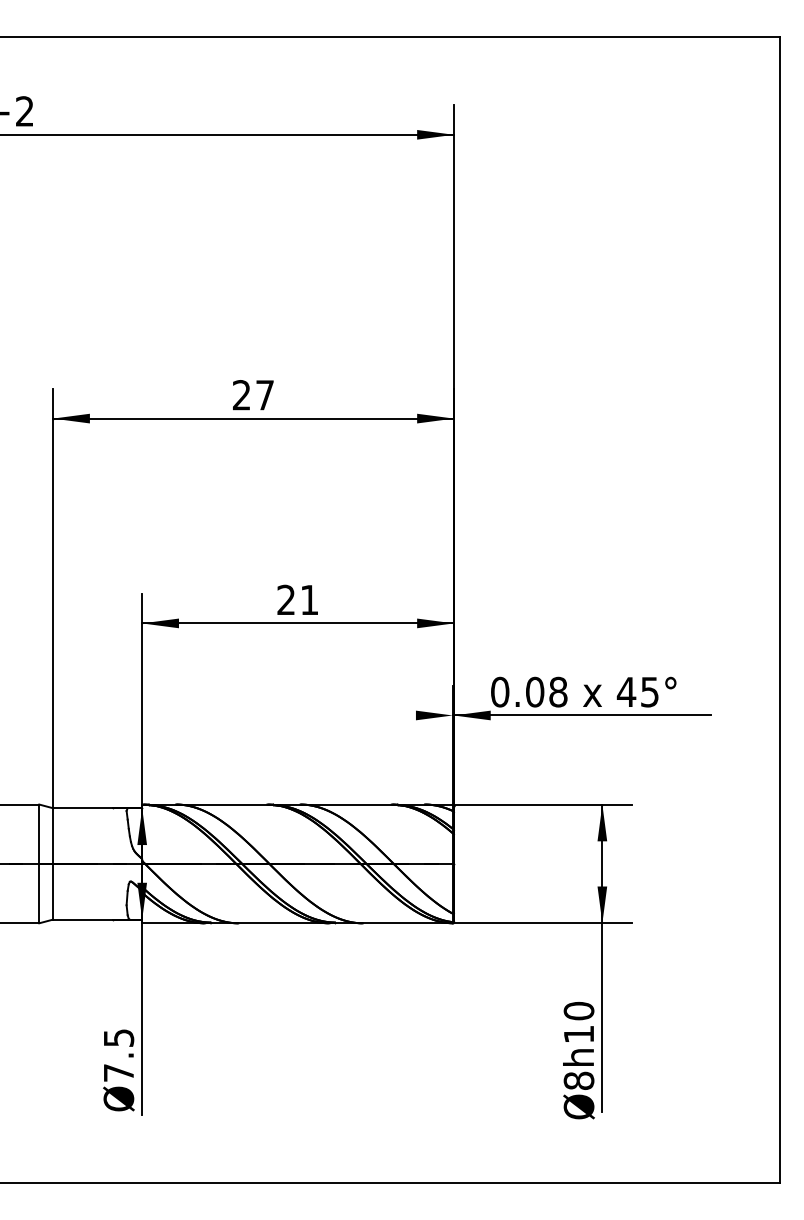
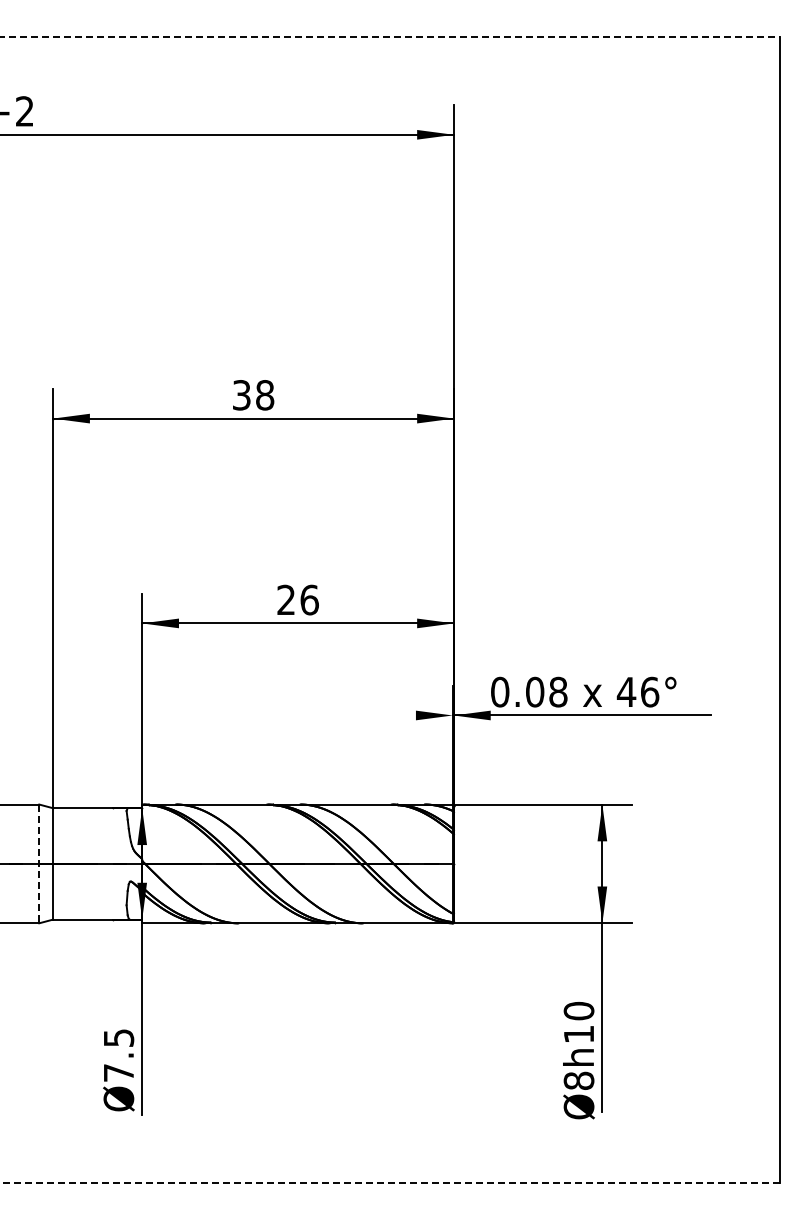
line at (390, 36): solid -> dashed
text at (253, 395): 27 -> 38
text at (309, 599): 21 -> 26
text at (650, 691): 45° -> 46°
line at (39, 864): solid -> dashed
line at (389, 1183): solid -> dashed
